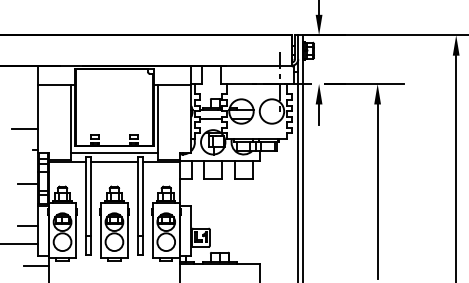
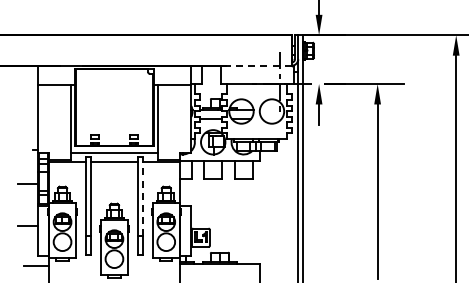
line at (258, 65): solid -> dashed
line at (24, 128): present -> none
line at (143, 196): solid -> dashed
part at (114, 223) position: (114, 223) -> (114, 240)
line at (19, 244): present -> none
